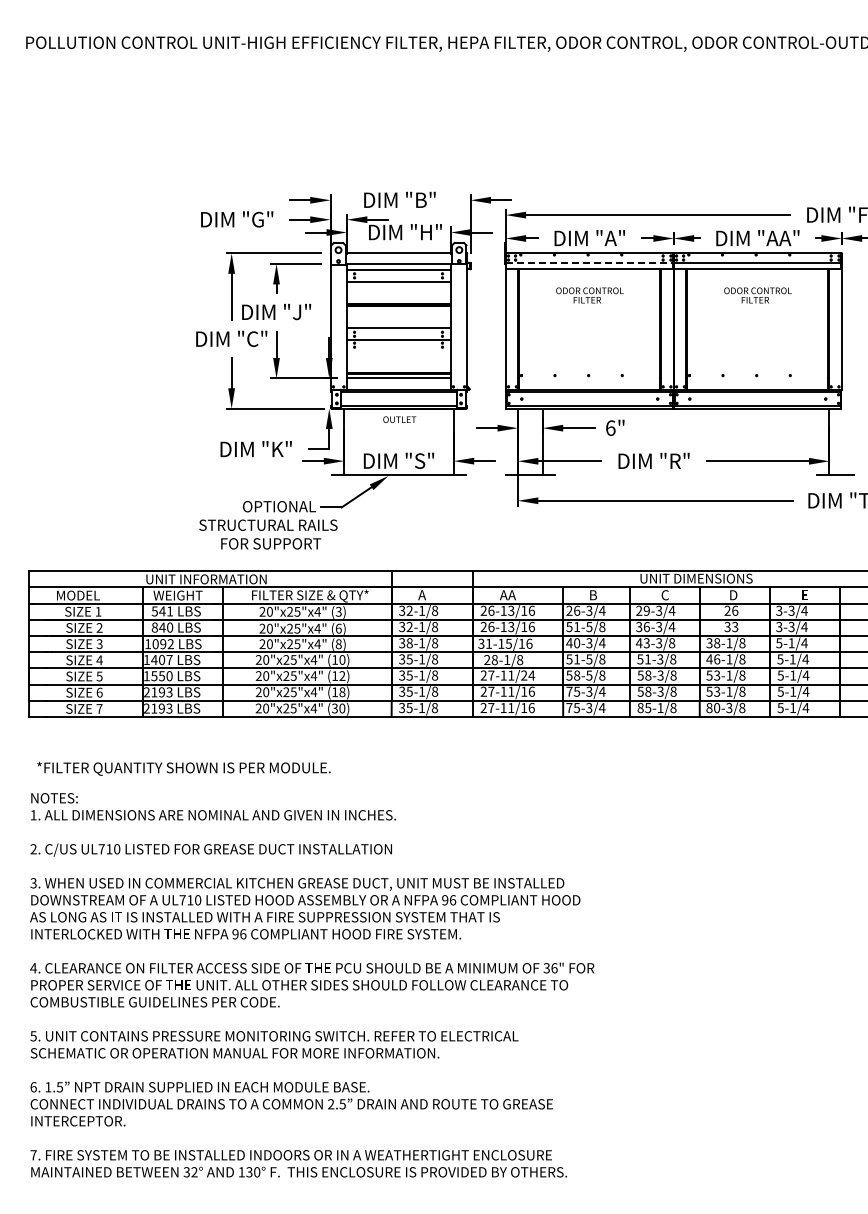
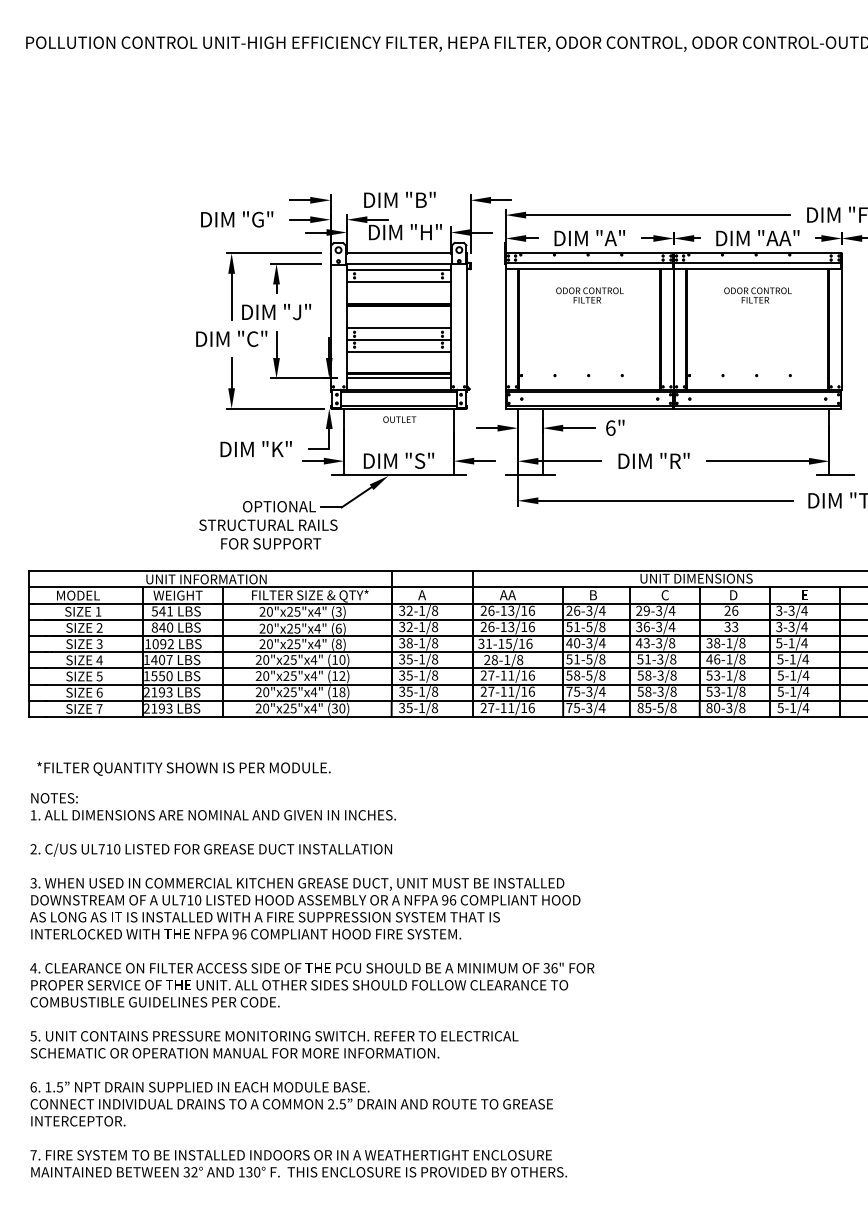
line at (589, 263): dashed -> solid
line at (398, 351): none -> present
text at (528, 675): 27-11/24 -> 27-11/16
text at (660, 708): 85-1/8 -> 85-5/8
